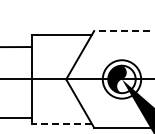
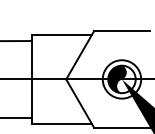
line at (121, 31): dashed -> solid
line at (16, 47) position: (16, 47) -> (16, 41)
line at (61, 123): dashed -> solid
